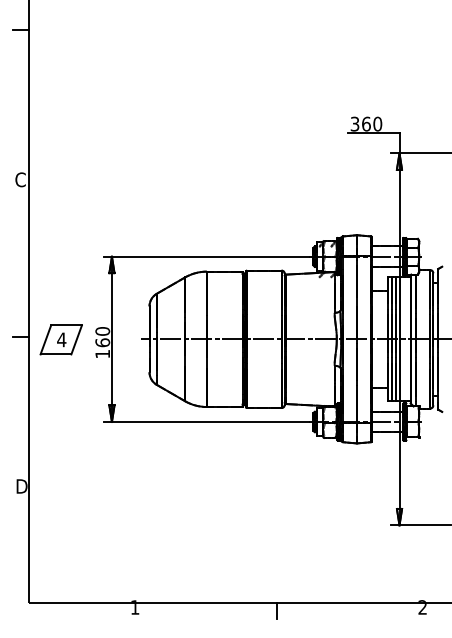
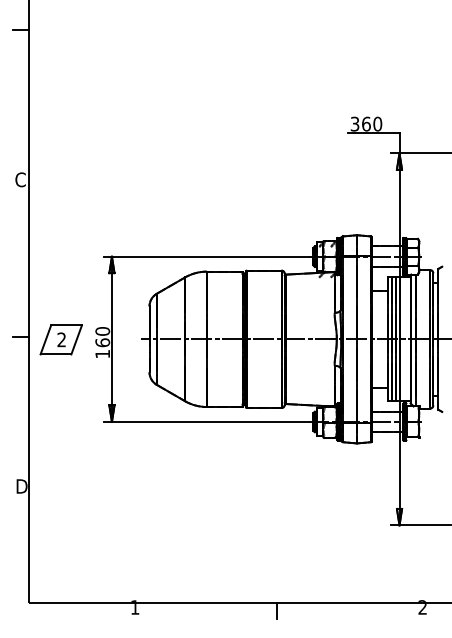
text at (61, 339): 4 -> 2
